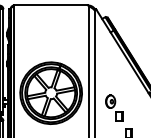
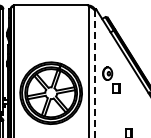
line at (94, 73): solid -> dashed
part at (114, 107) position: (114, 107) -> (111, 79)
